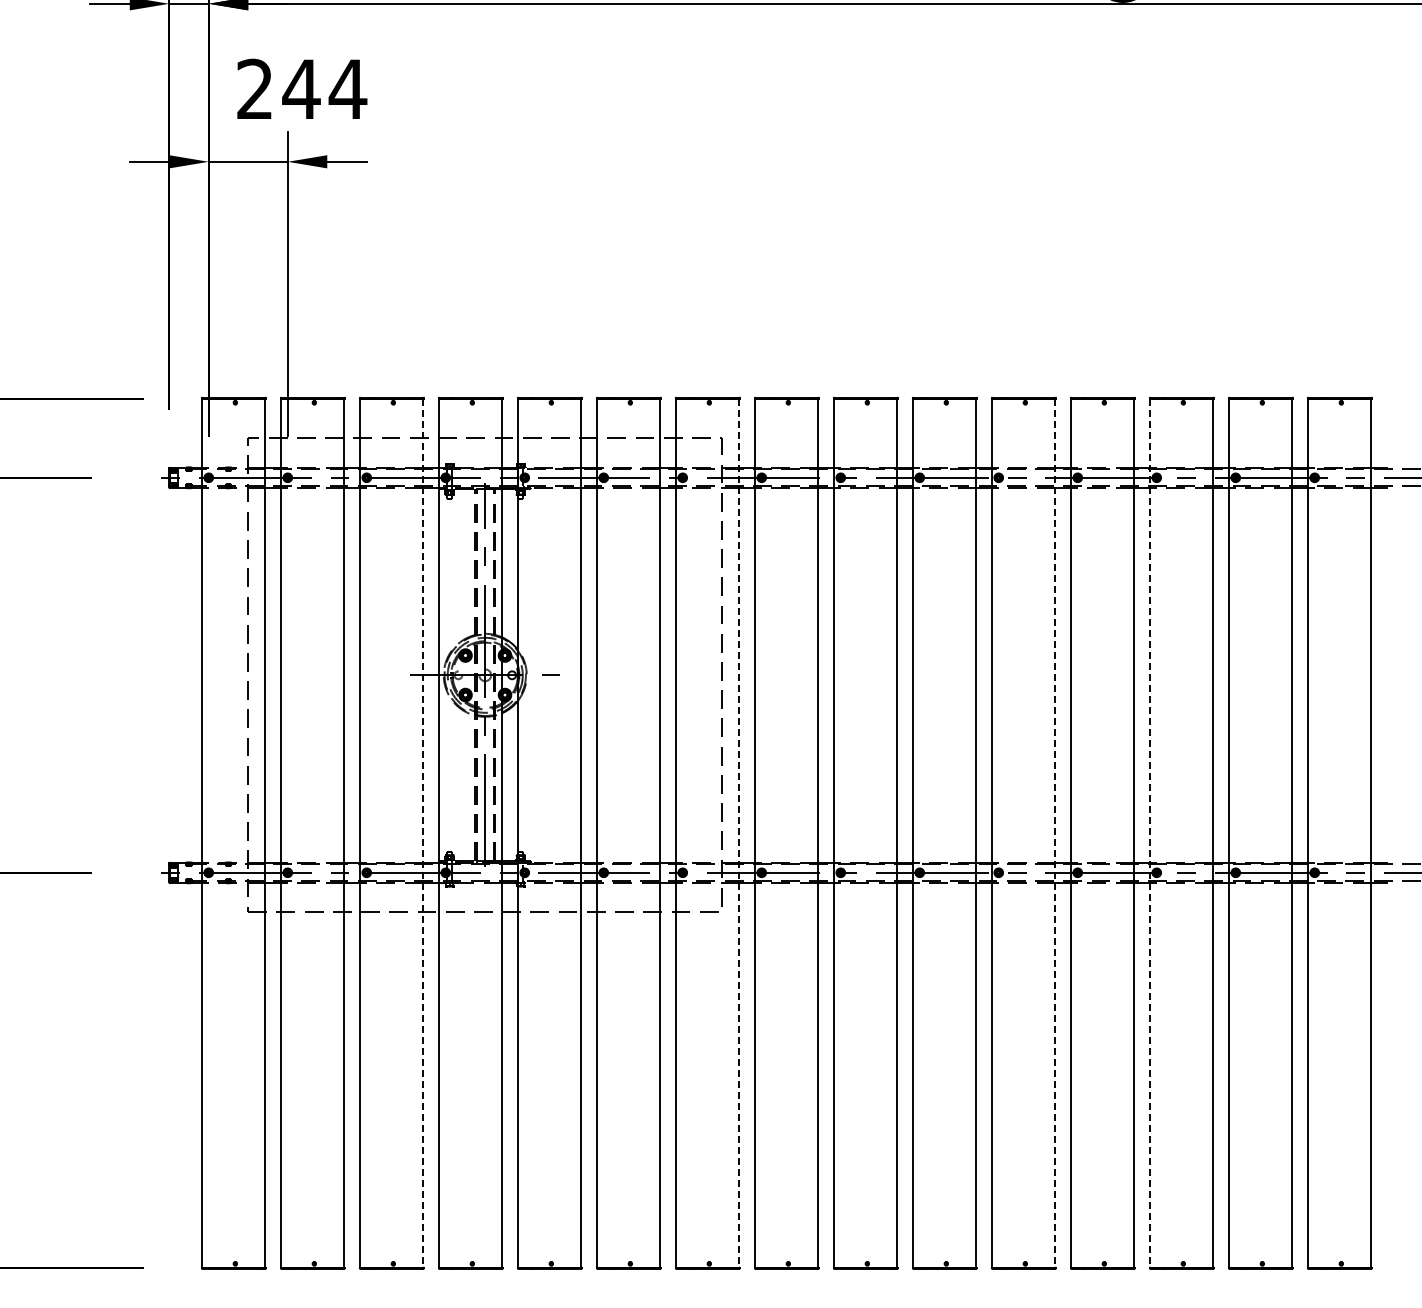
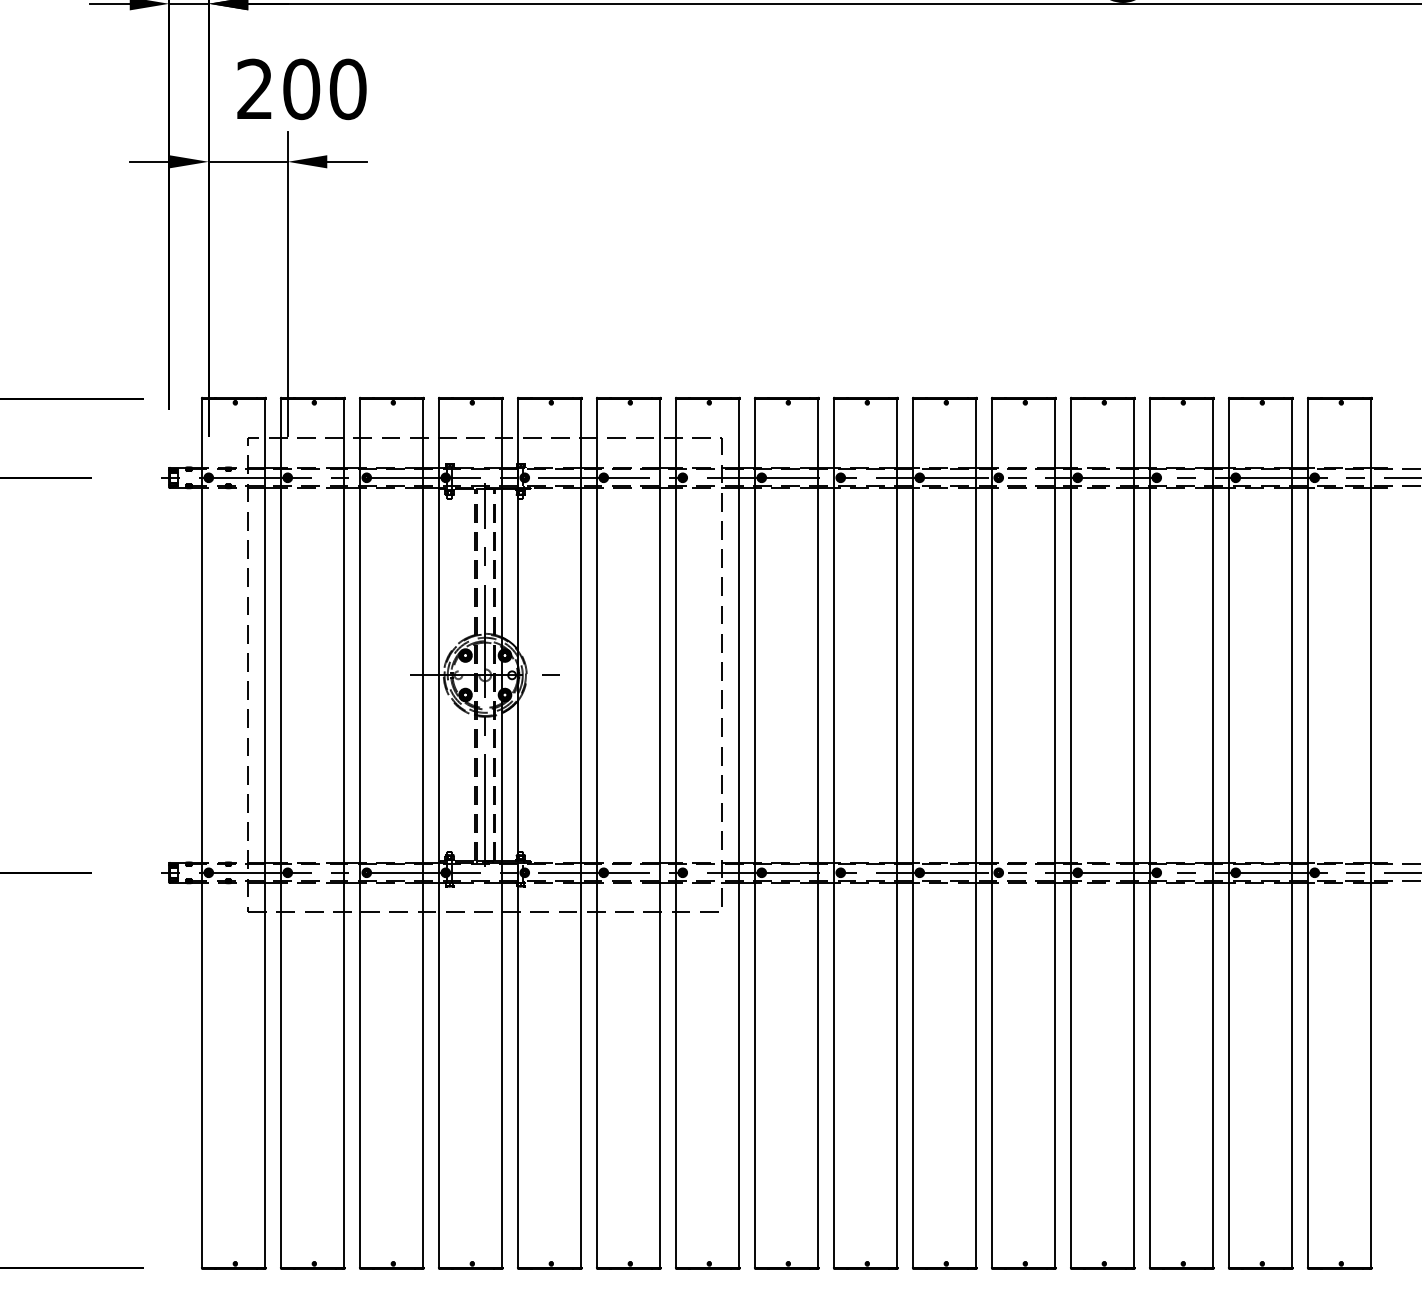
text at (324, 89): 244 -> 200
line at (423, 833): dashed -> solid
line at (739, 833): dashed -> solid
line at (1055, 833): dashed -> solid
line at (1150, 833): dashed -> solid
